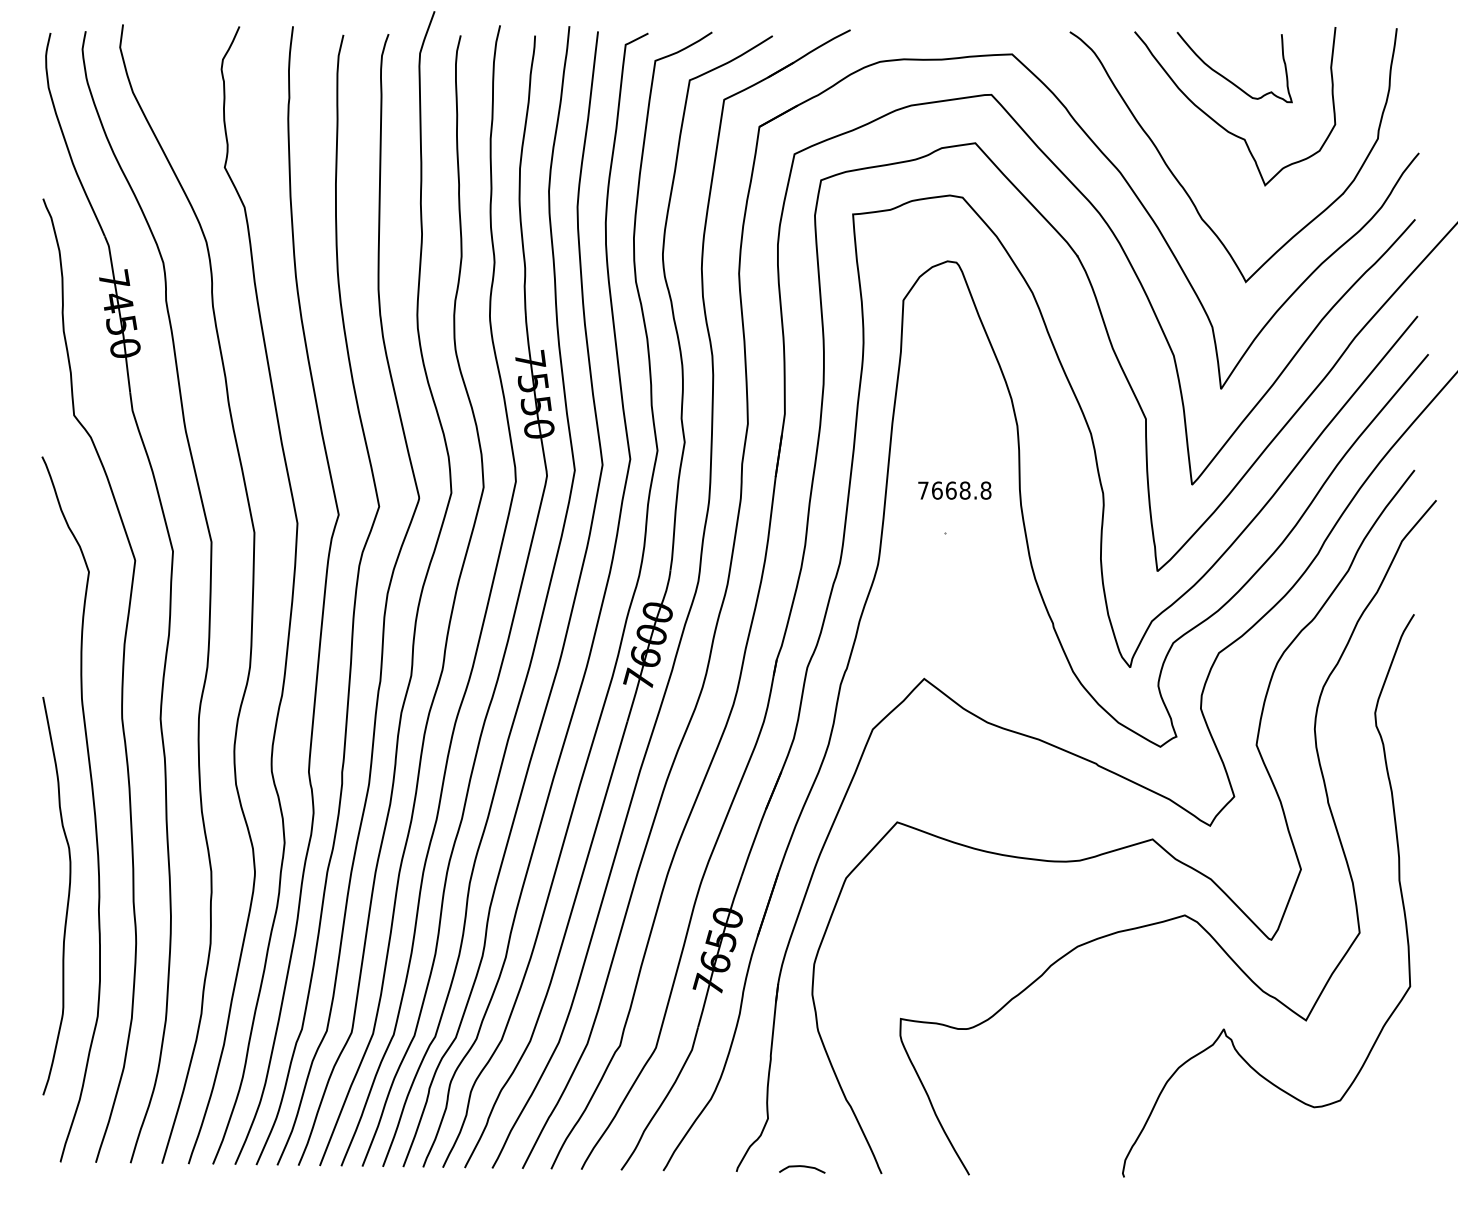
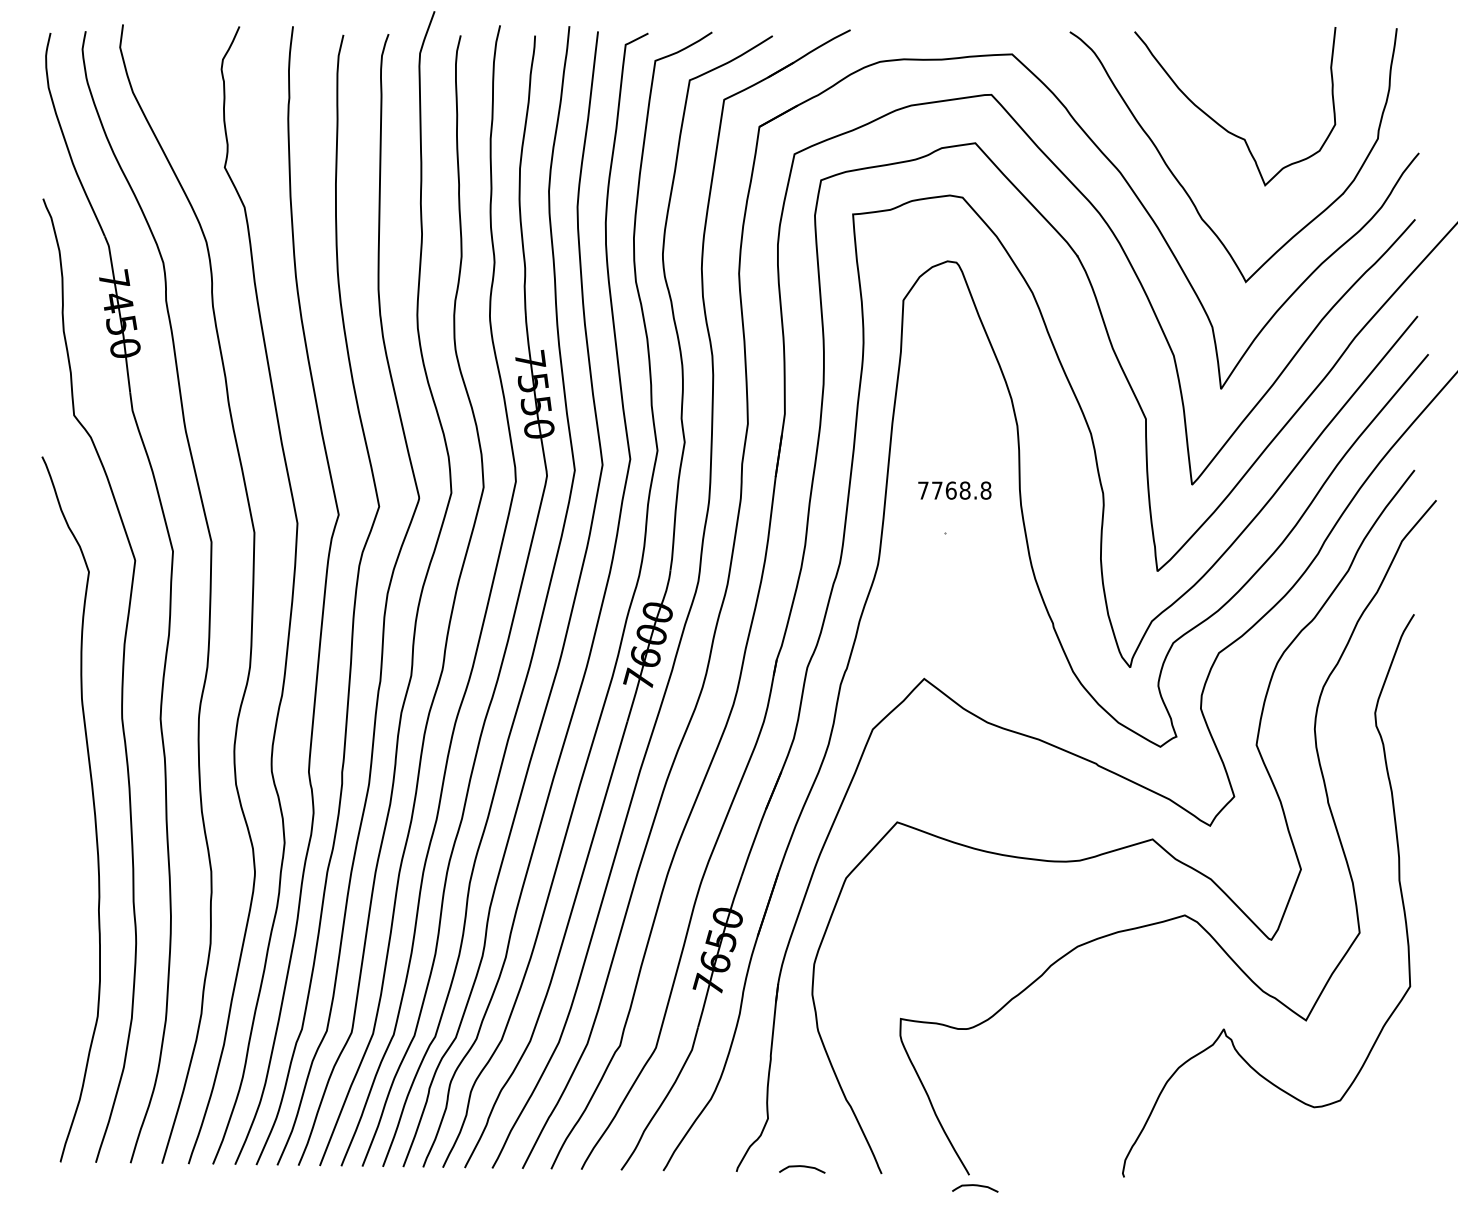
curve at (1226, 77): present -> none
text at (937, 490): 7668.8 -> 7768.8
curve at (67, 897): present -> none
curve at (975, 1186): none -> present
